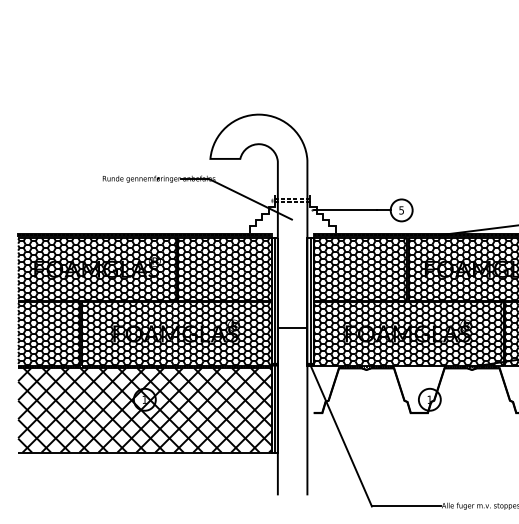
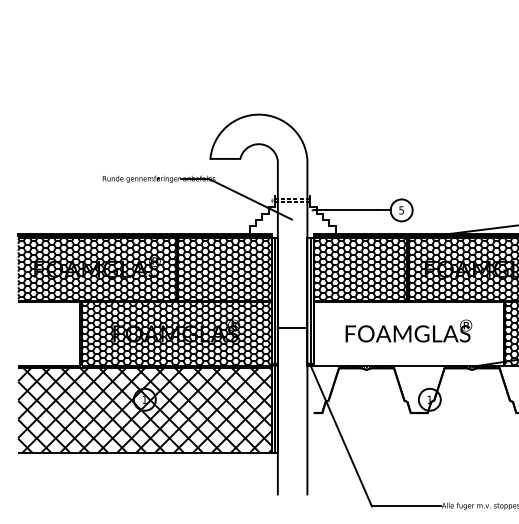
hatch at (49, 333): present -> none
hatch at (408, 333): present -> none
